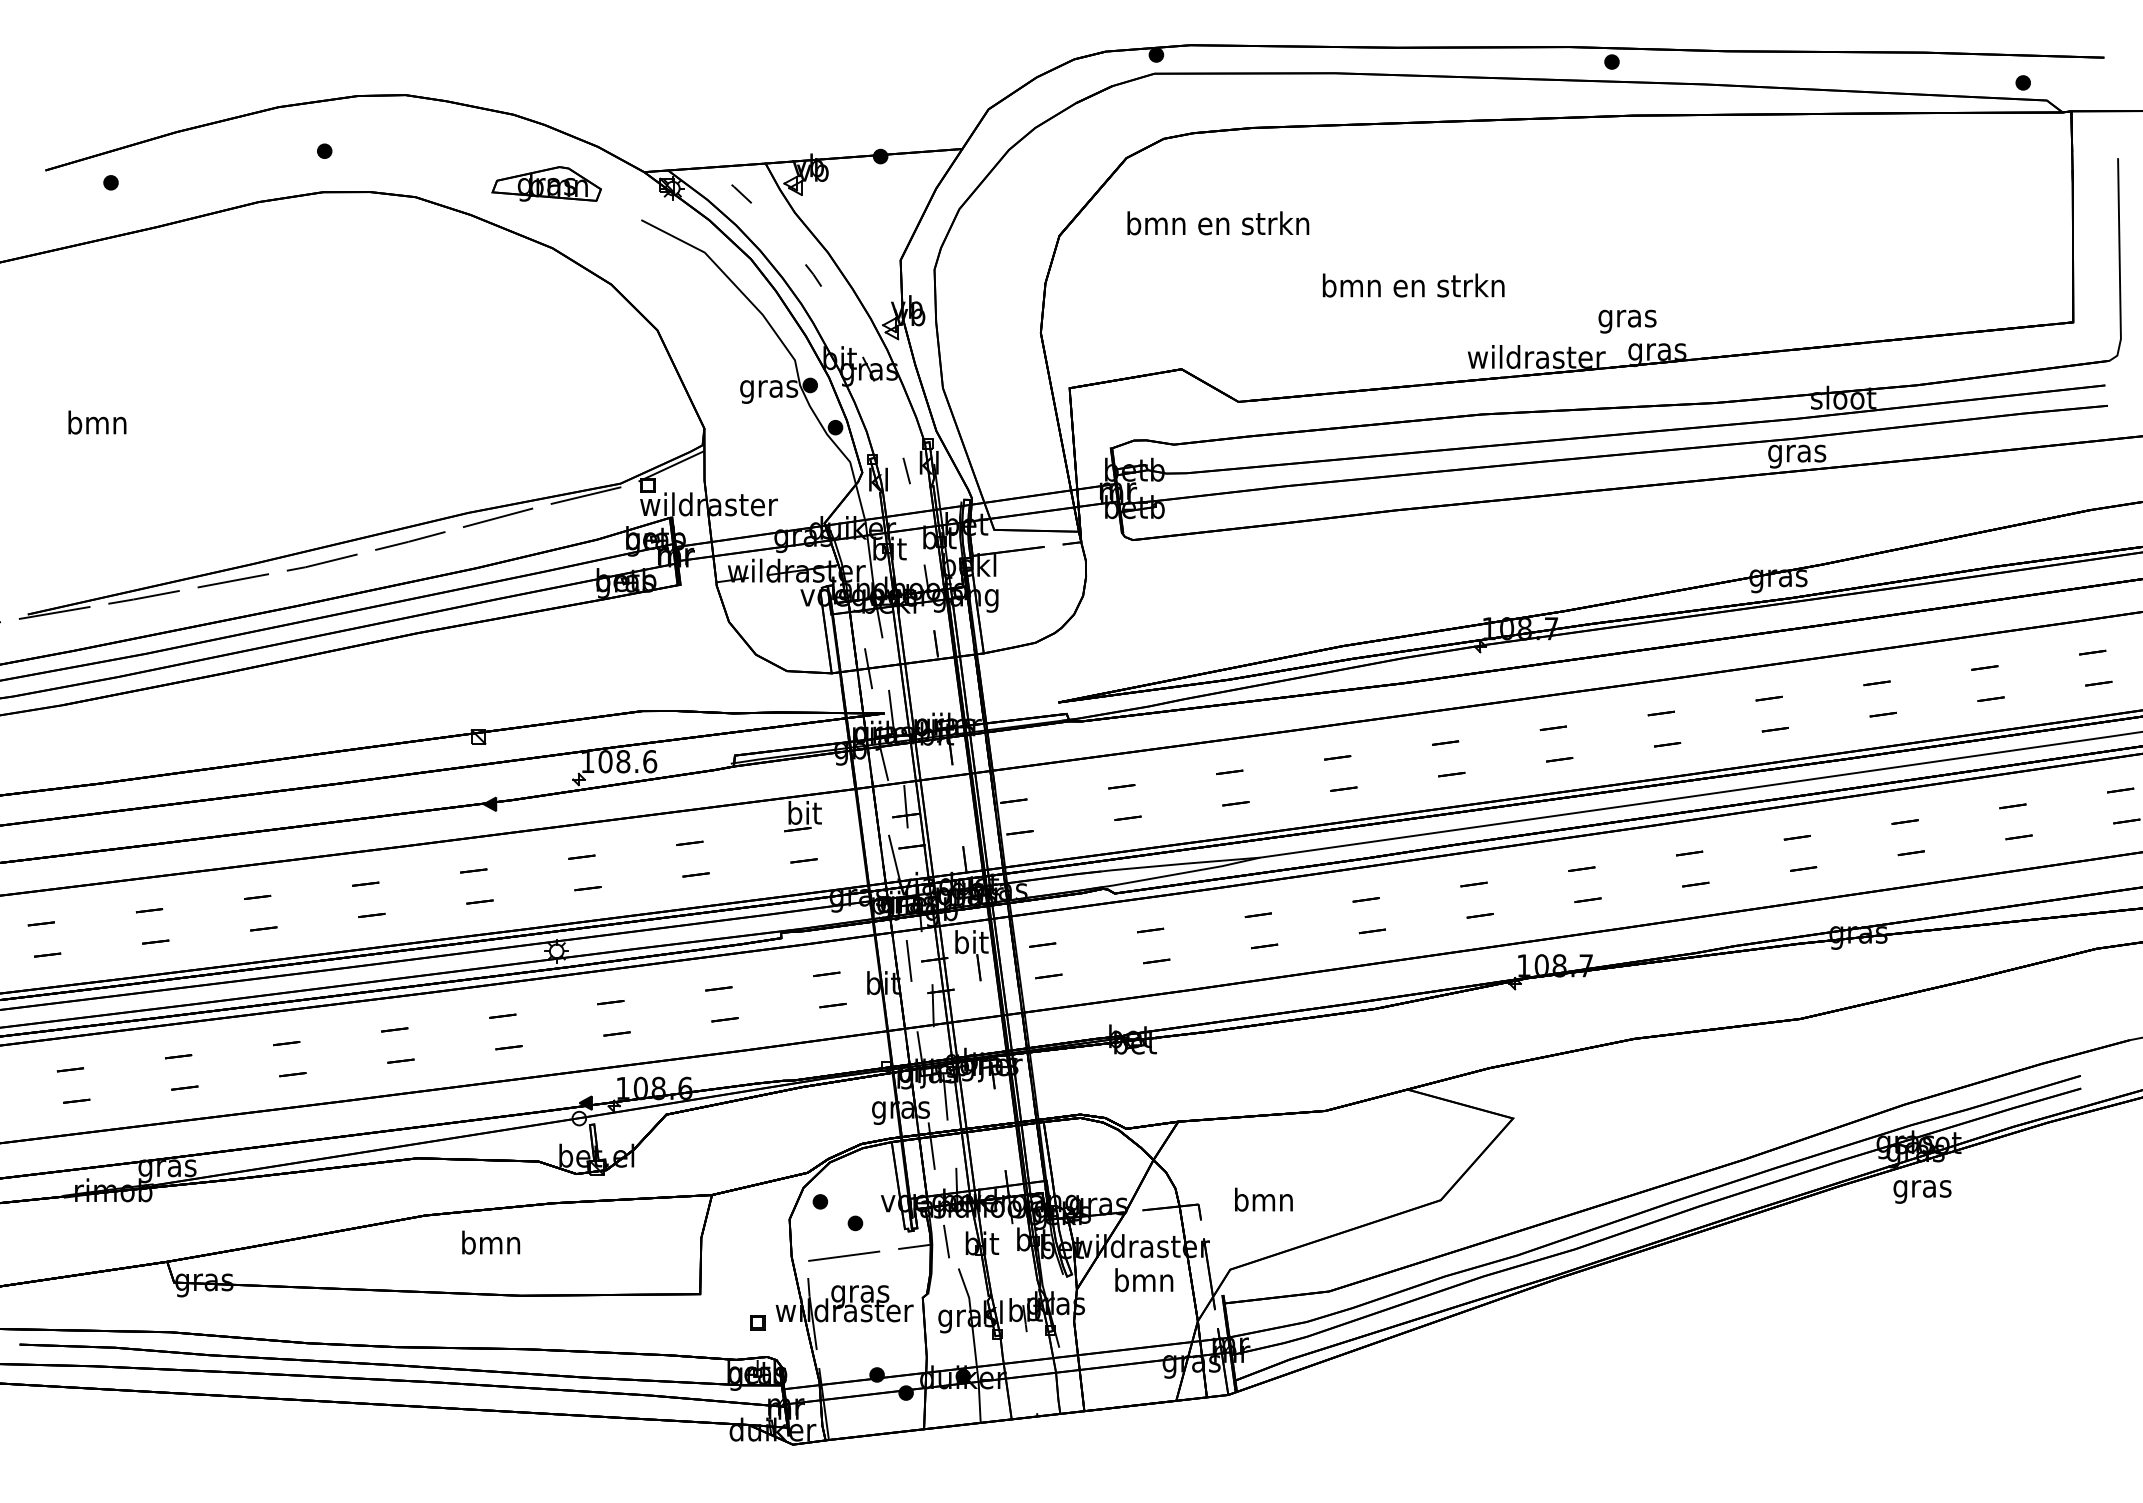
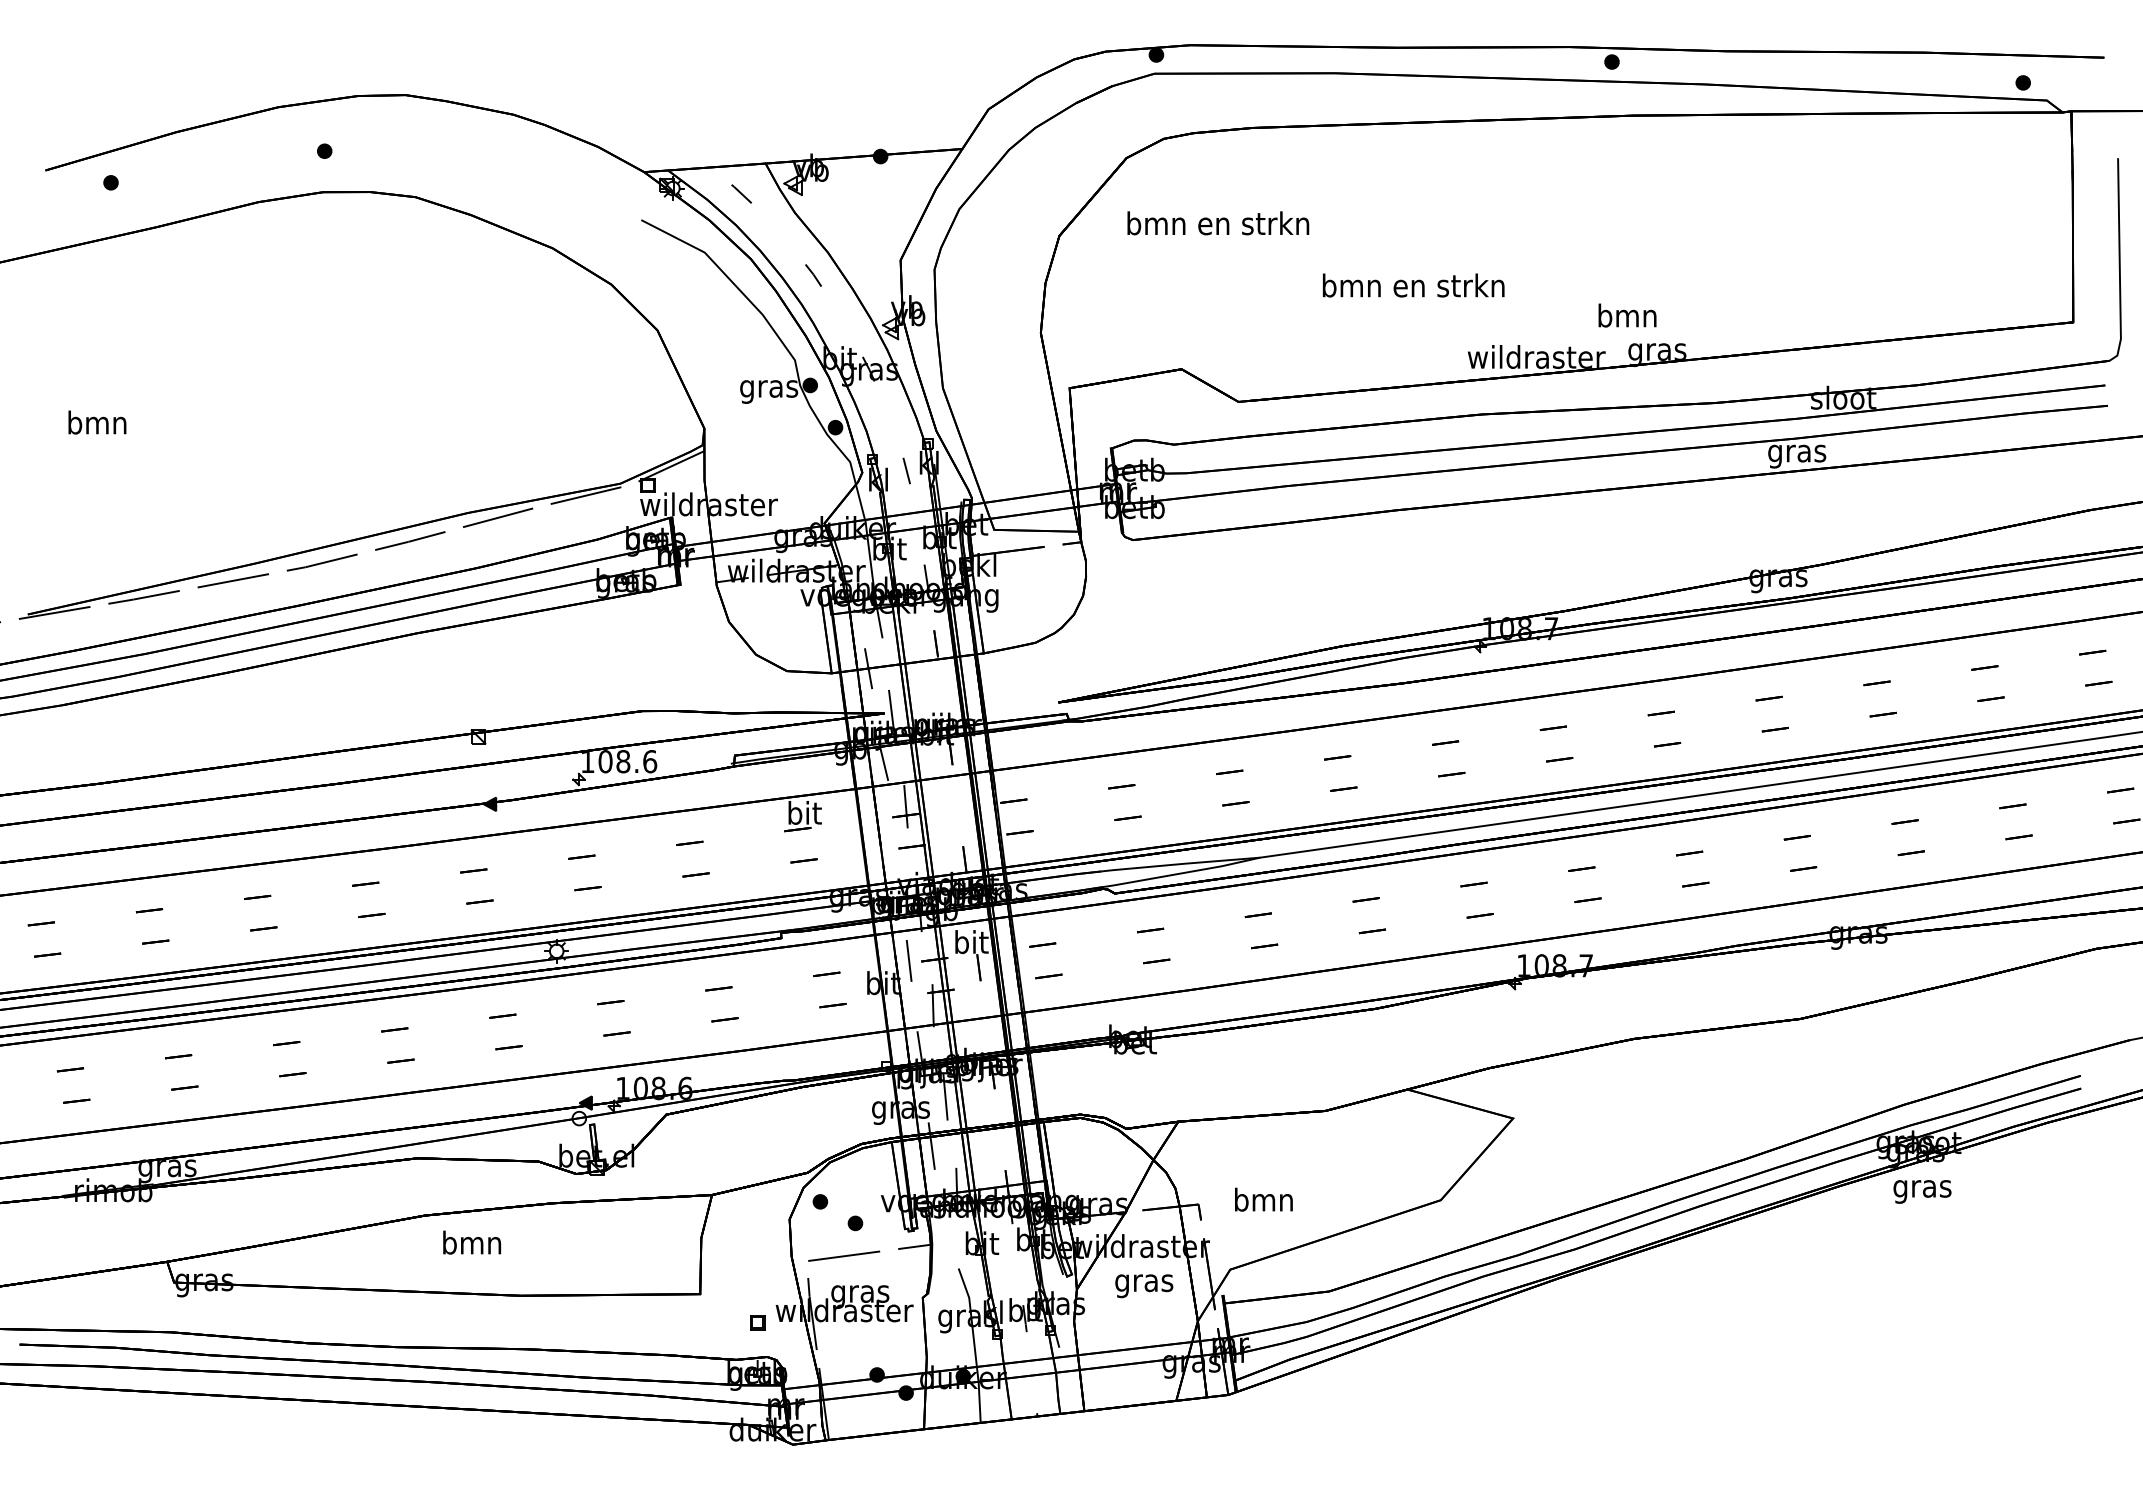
part at (546, 183): present -> none
text at (1627, 318): gras -> bmn
line at (894, 857): present -> none
line at (946, 1241): present -> none
text at (491, 1242) position: (491, 1242) -> (472, 1242)
text at (1144, 1283): bmn -> gras
